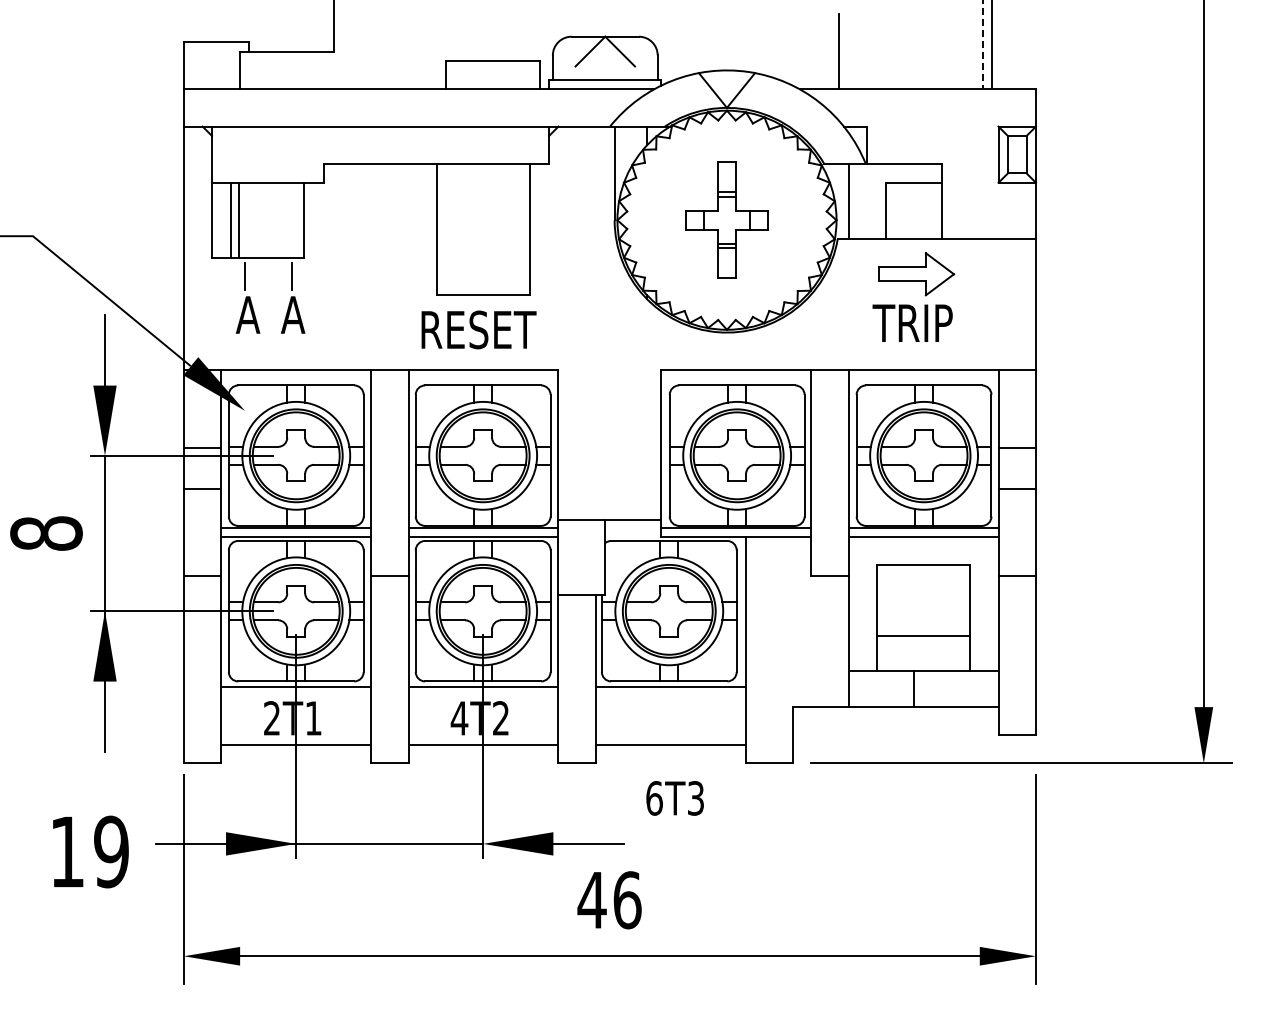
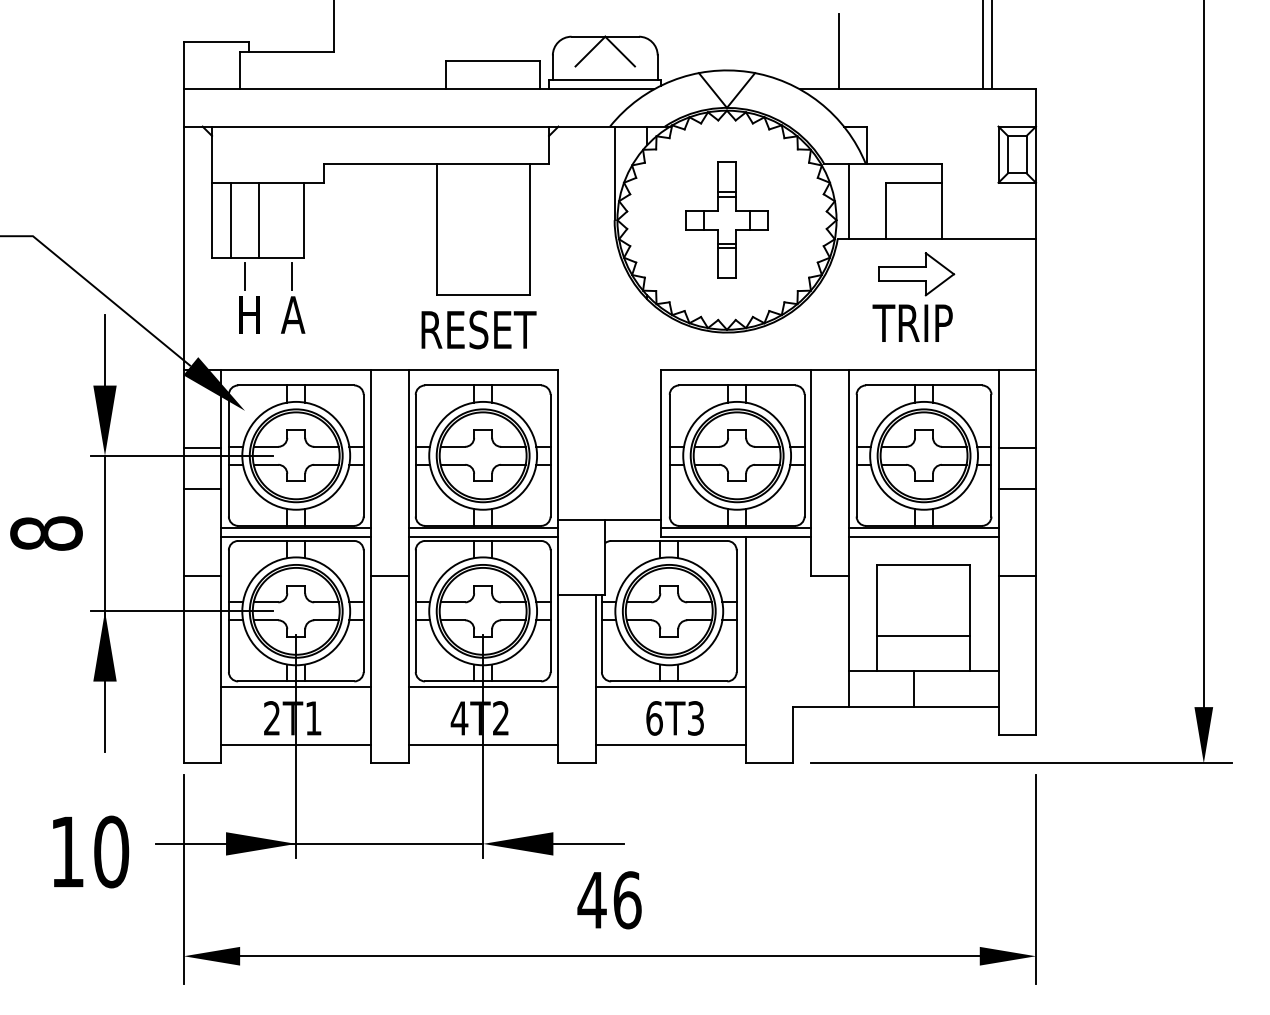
line at (982, 44): dashed -> solid
line at (238, 219) position: (238, 219) -> (258, 219)
text at (247, 314): A -> H
text at (674, 798) position: (674, 798) -> (674, 718)
text at (111, 851): 19 -> 10
